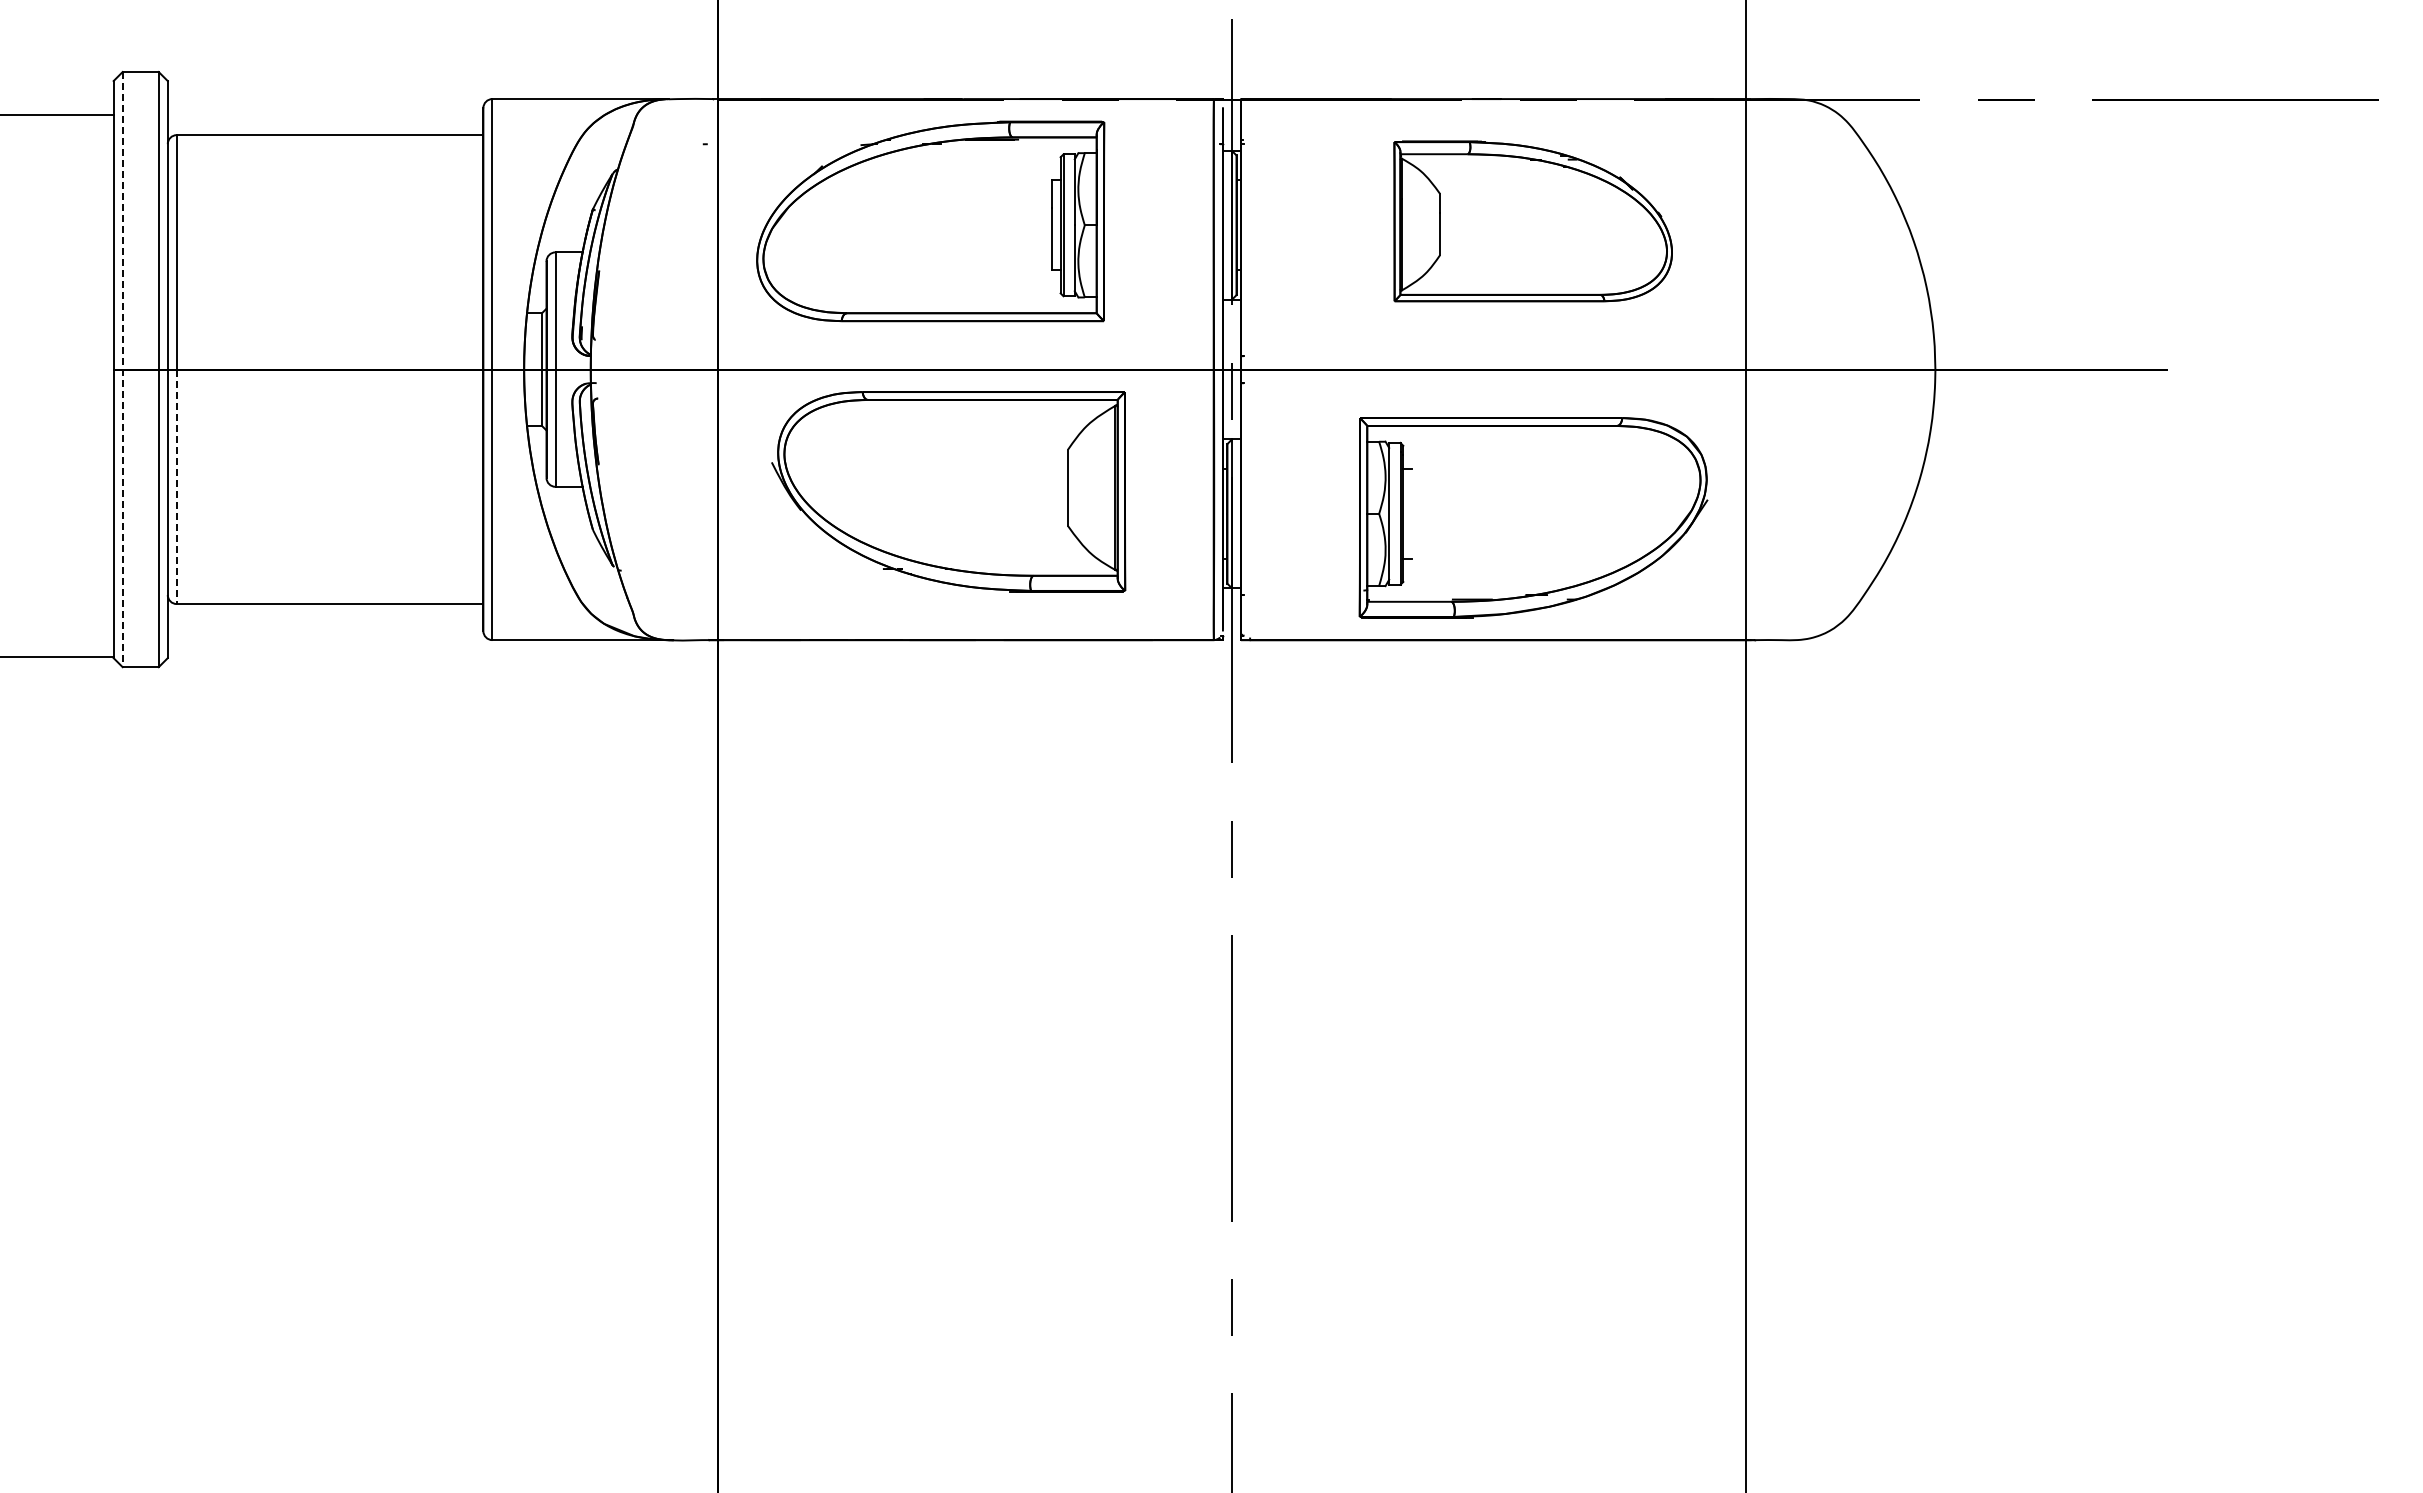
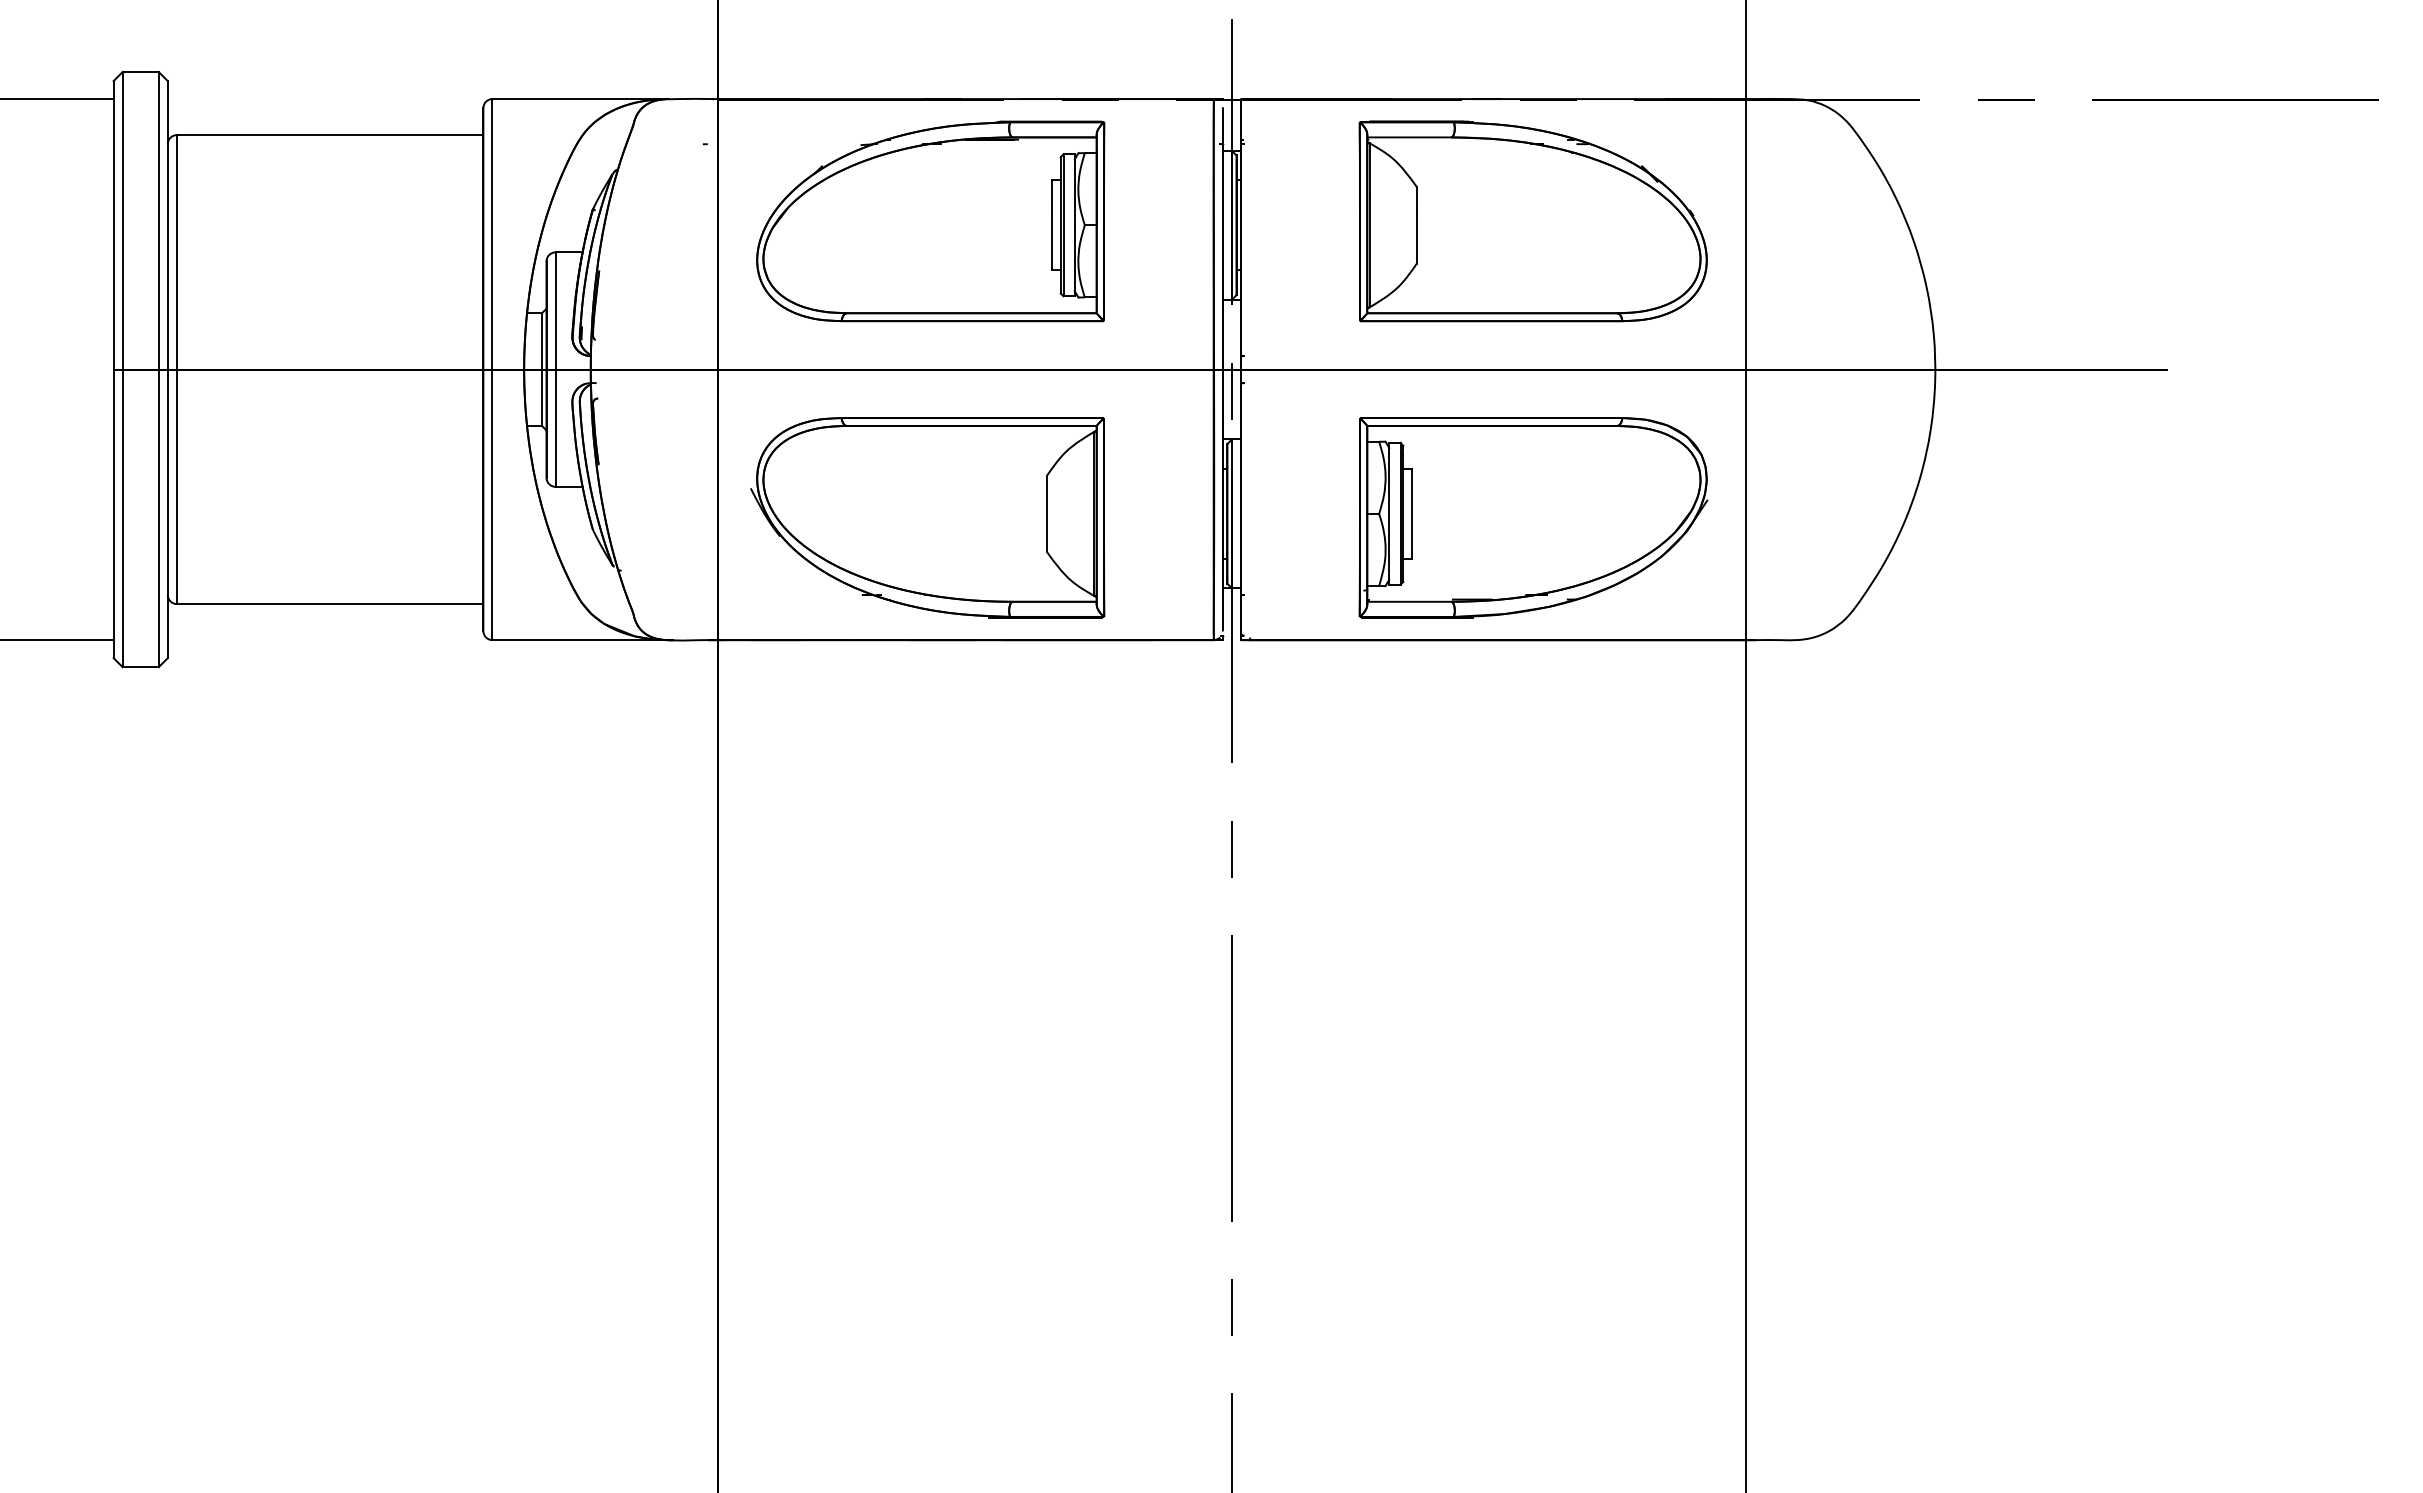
line at (57, 115) position: (57, 115) -> (57, 99)
part at (1532, 221) size: 280x163 px -> 350x203 px
line at (122, 369): dashed -> solid
line at (176, 487): dashed -> solid
part at (948, 491) position: (948, 491) -> (927, 517)
line at (1412, 513): none -> present
line at (57, 657) position: (57, 657) -> (57, 640)
